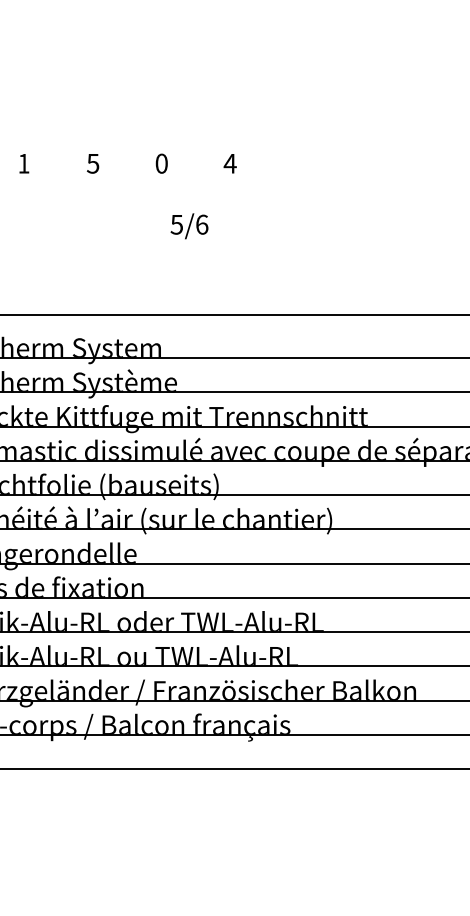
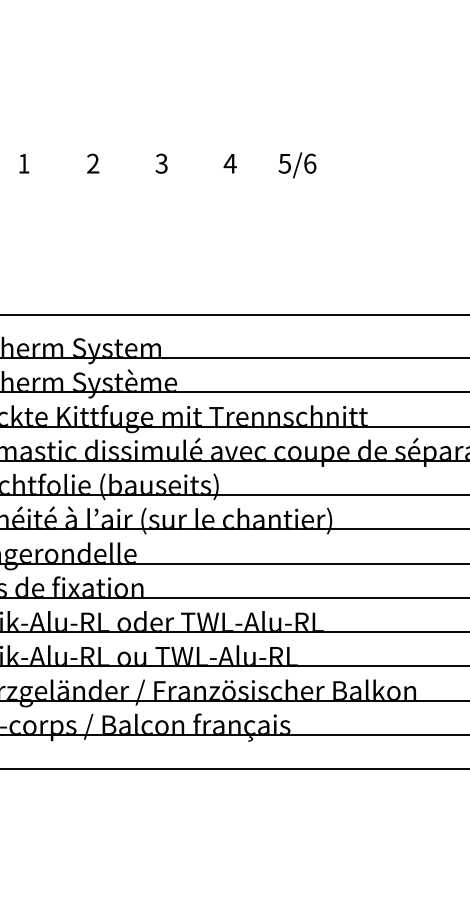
text at (92, 163): 5 -> 2
text at (161, 163): 0 -> 3
text at (189, 226) position: (189, 226) -> (297, 165)
